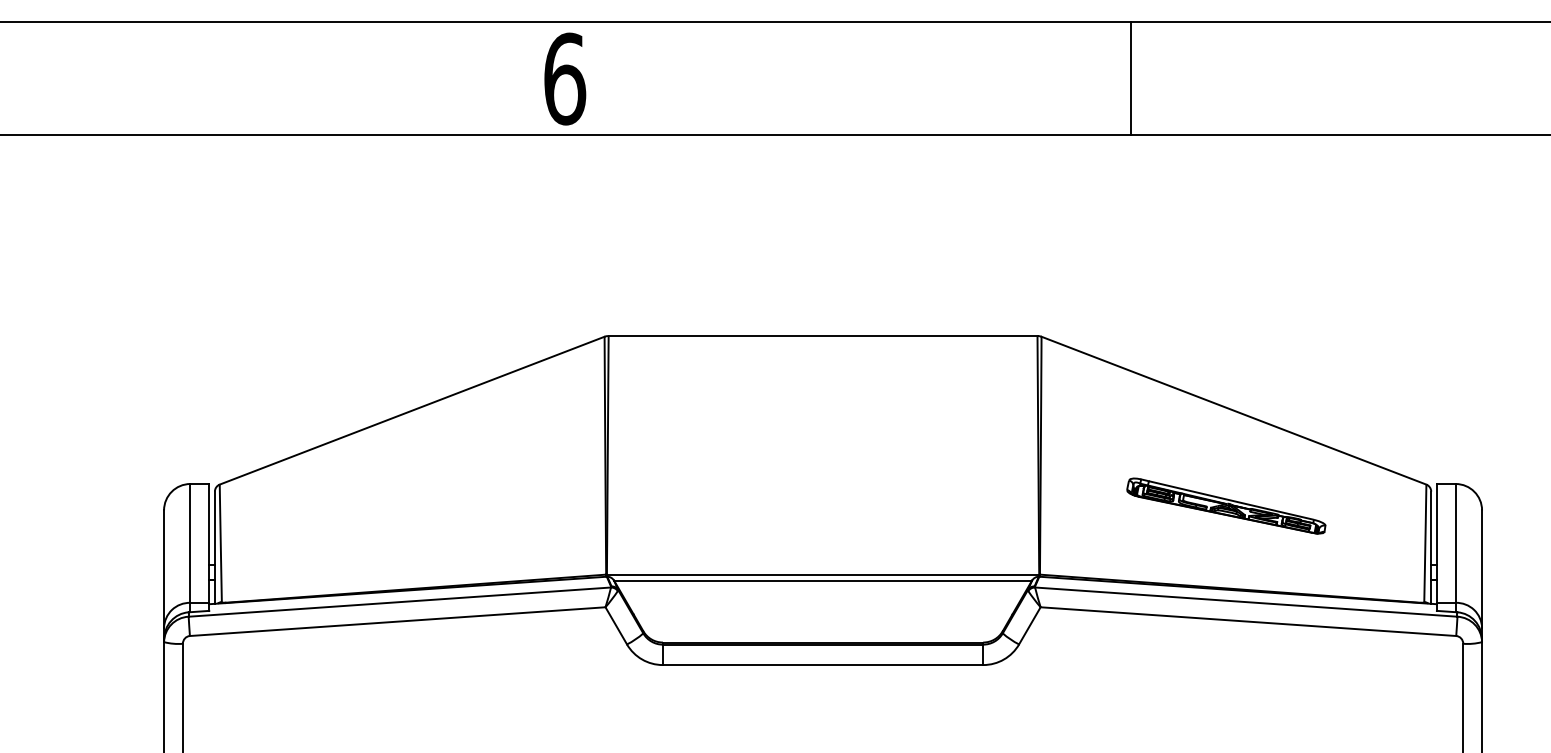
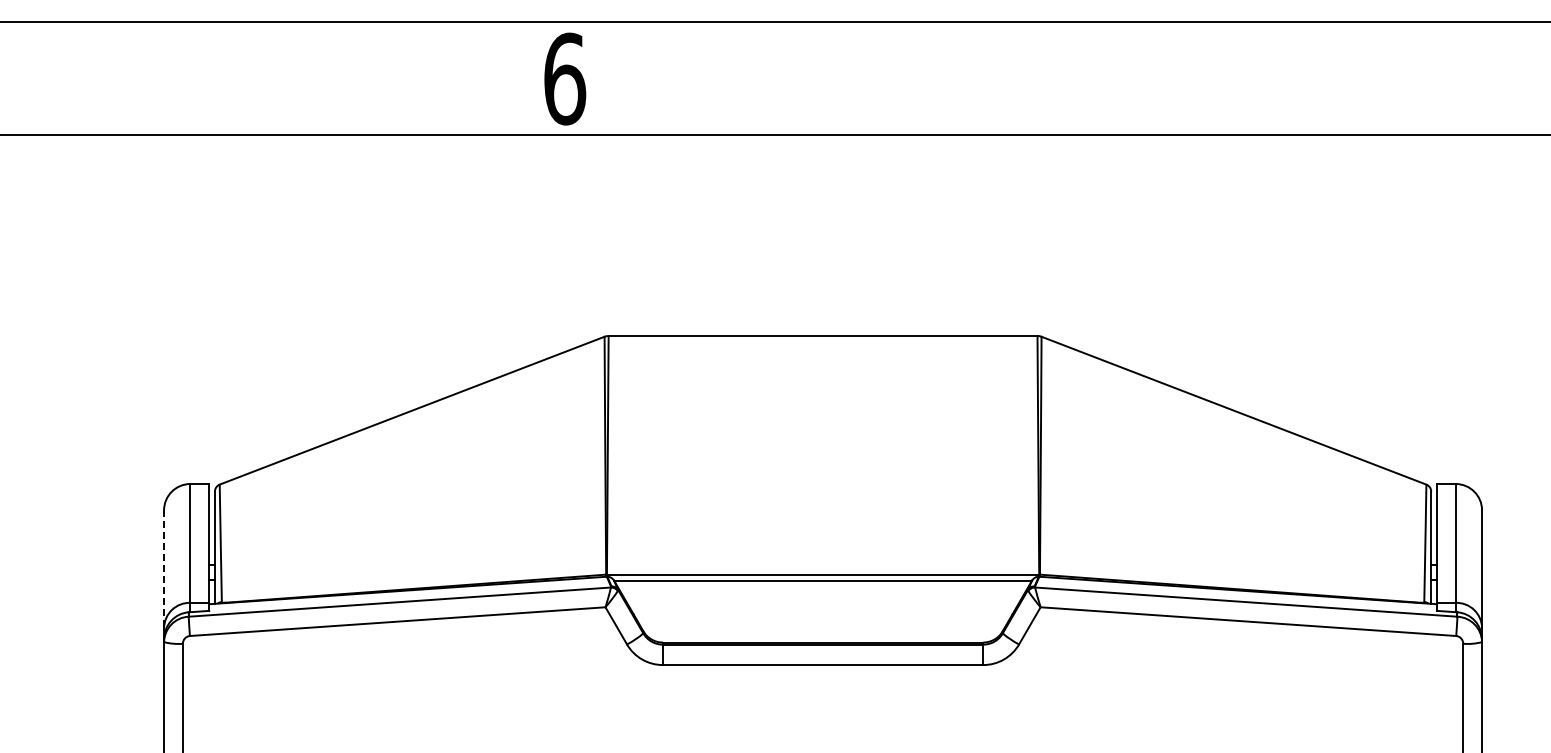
line at (1130, 78): present -> none
part at (1226, 505): present -> none
line at (164, 569): solid -> dashed
